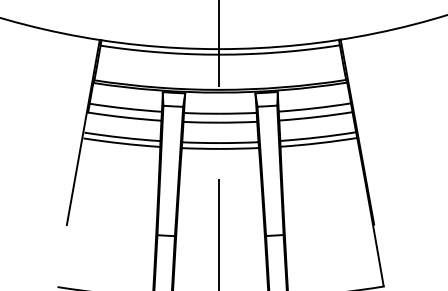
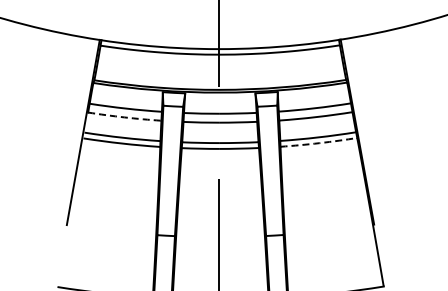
arc at (124, 117): solid -> dashed
arc at (319, 143): solid -> dashed
